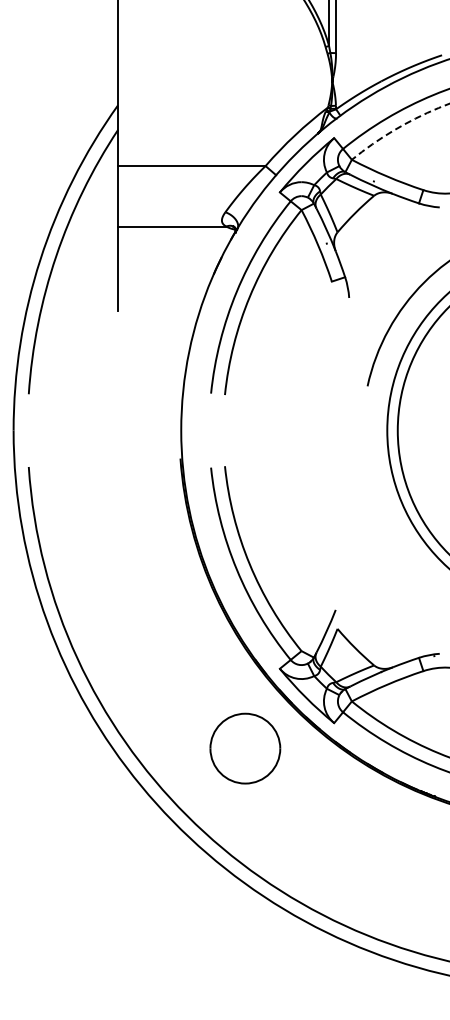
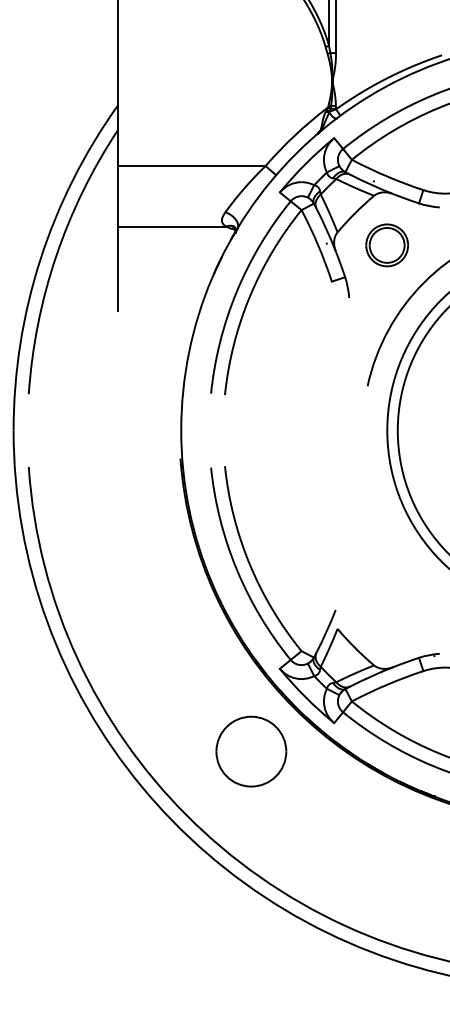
arc at (398, 127): dashed -> solid
part at (386, 245): none -> present
part at (245, 748) position: (245, 748) -> (251, 751)
